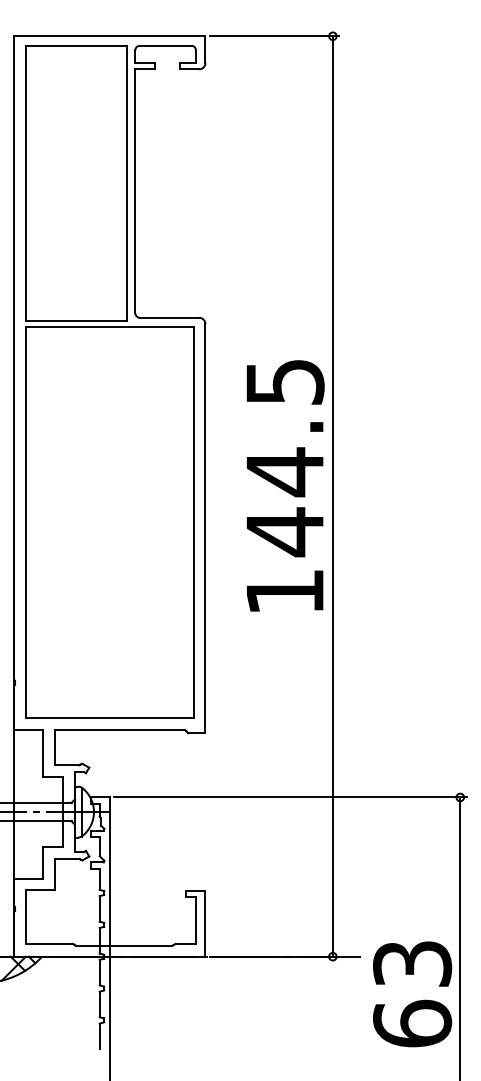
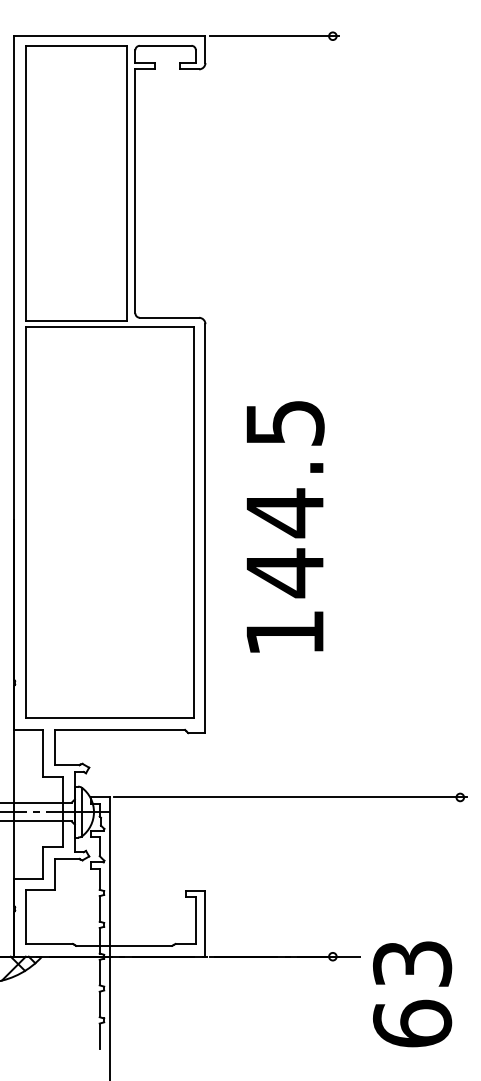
text at (285, 485) position: (285, 485) -> (285, 526)
line at (332, 496): present -> none
line at (460, 937): present -> none
